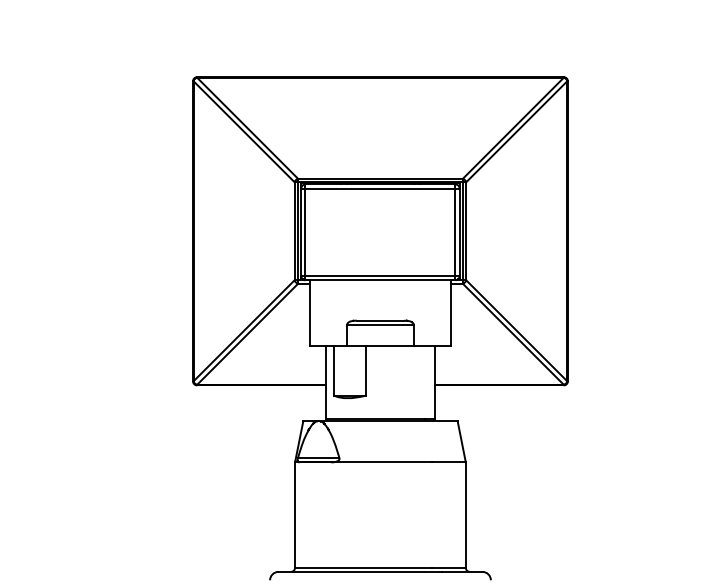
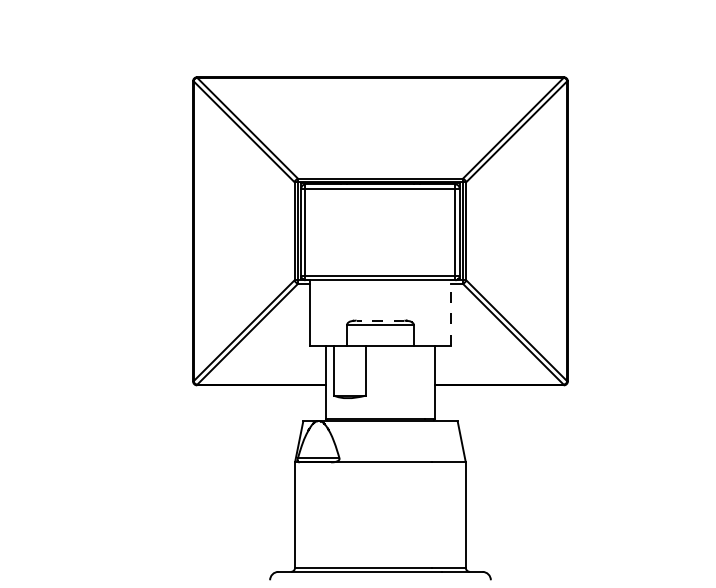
line at (451, 312): solid -> dashed
line at (380, 320): solid -> dashed
